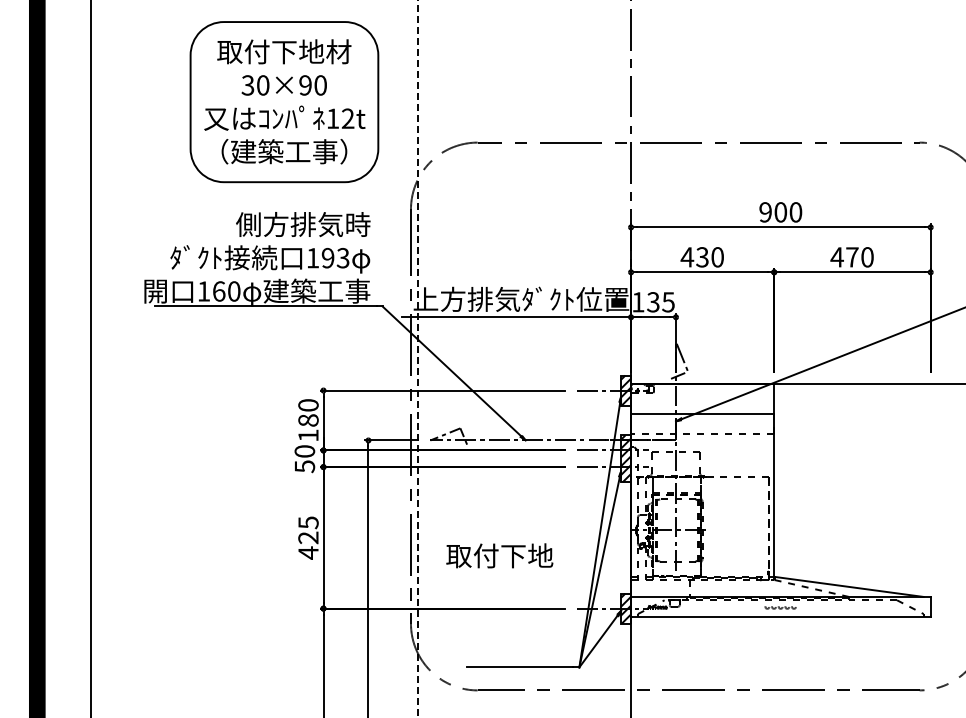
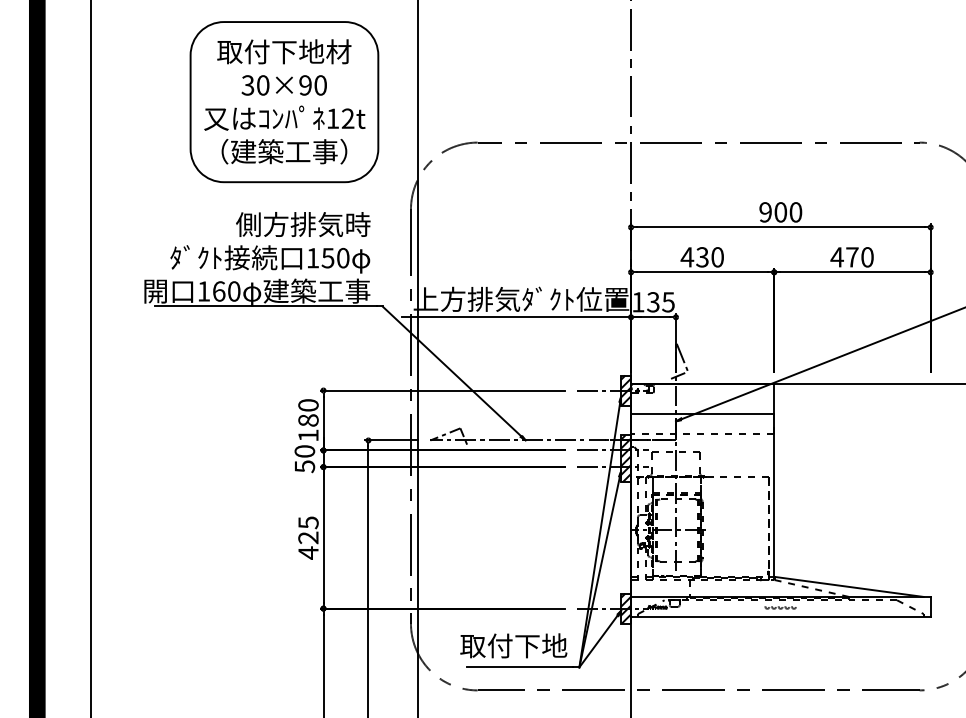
text at (335, 257): 193 -> 150
line at (417, 358): dashed -> solid
text at (499, 555) position: (499, 555) -> (513, 645)
